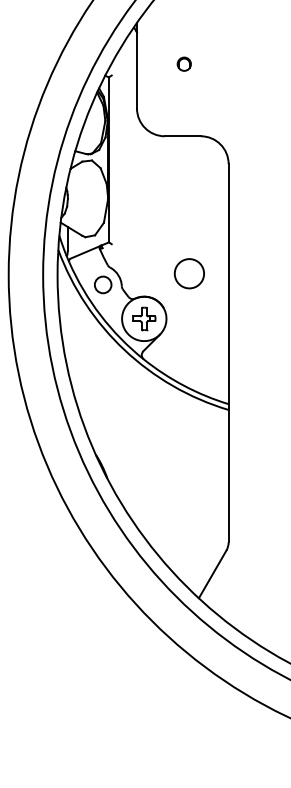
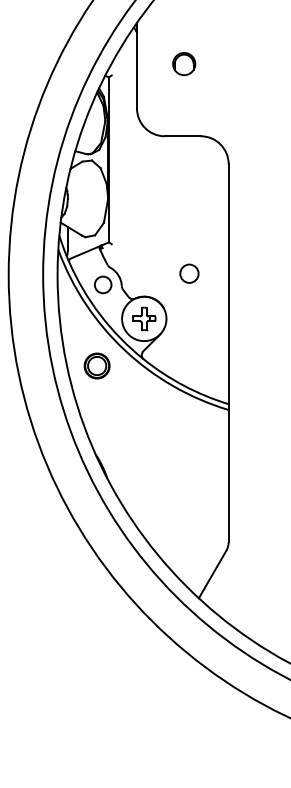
part at (183, 63) size: 16x16 px -> 25x25 px
circle at (189, 273) diameter: 29 px -> 18 px
part at (96, 365): none -> present
